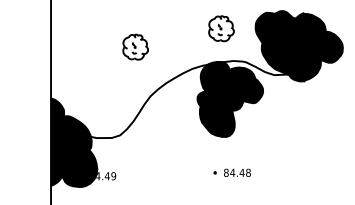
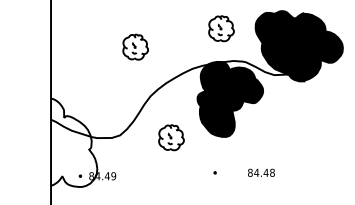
part at (171, 137): none -> present
fill at (74, 142): present -> none
text at (237, 172) position: (237, 172) -> (261, 172)
